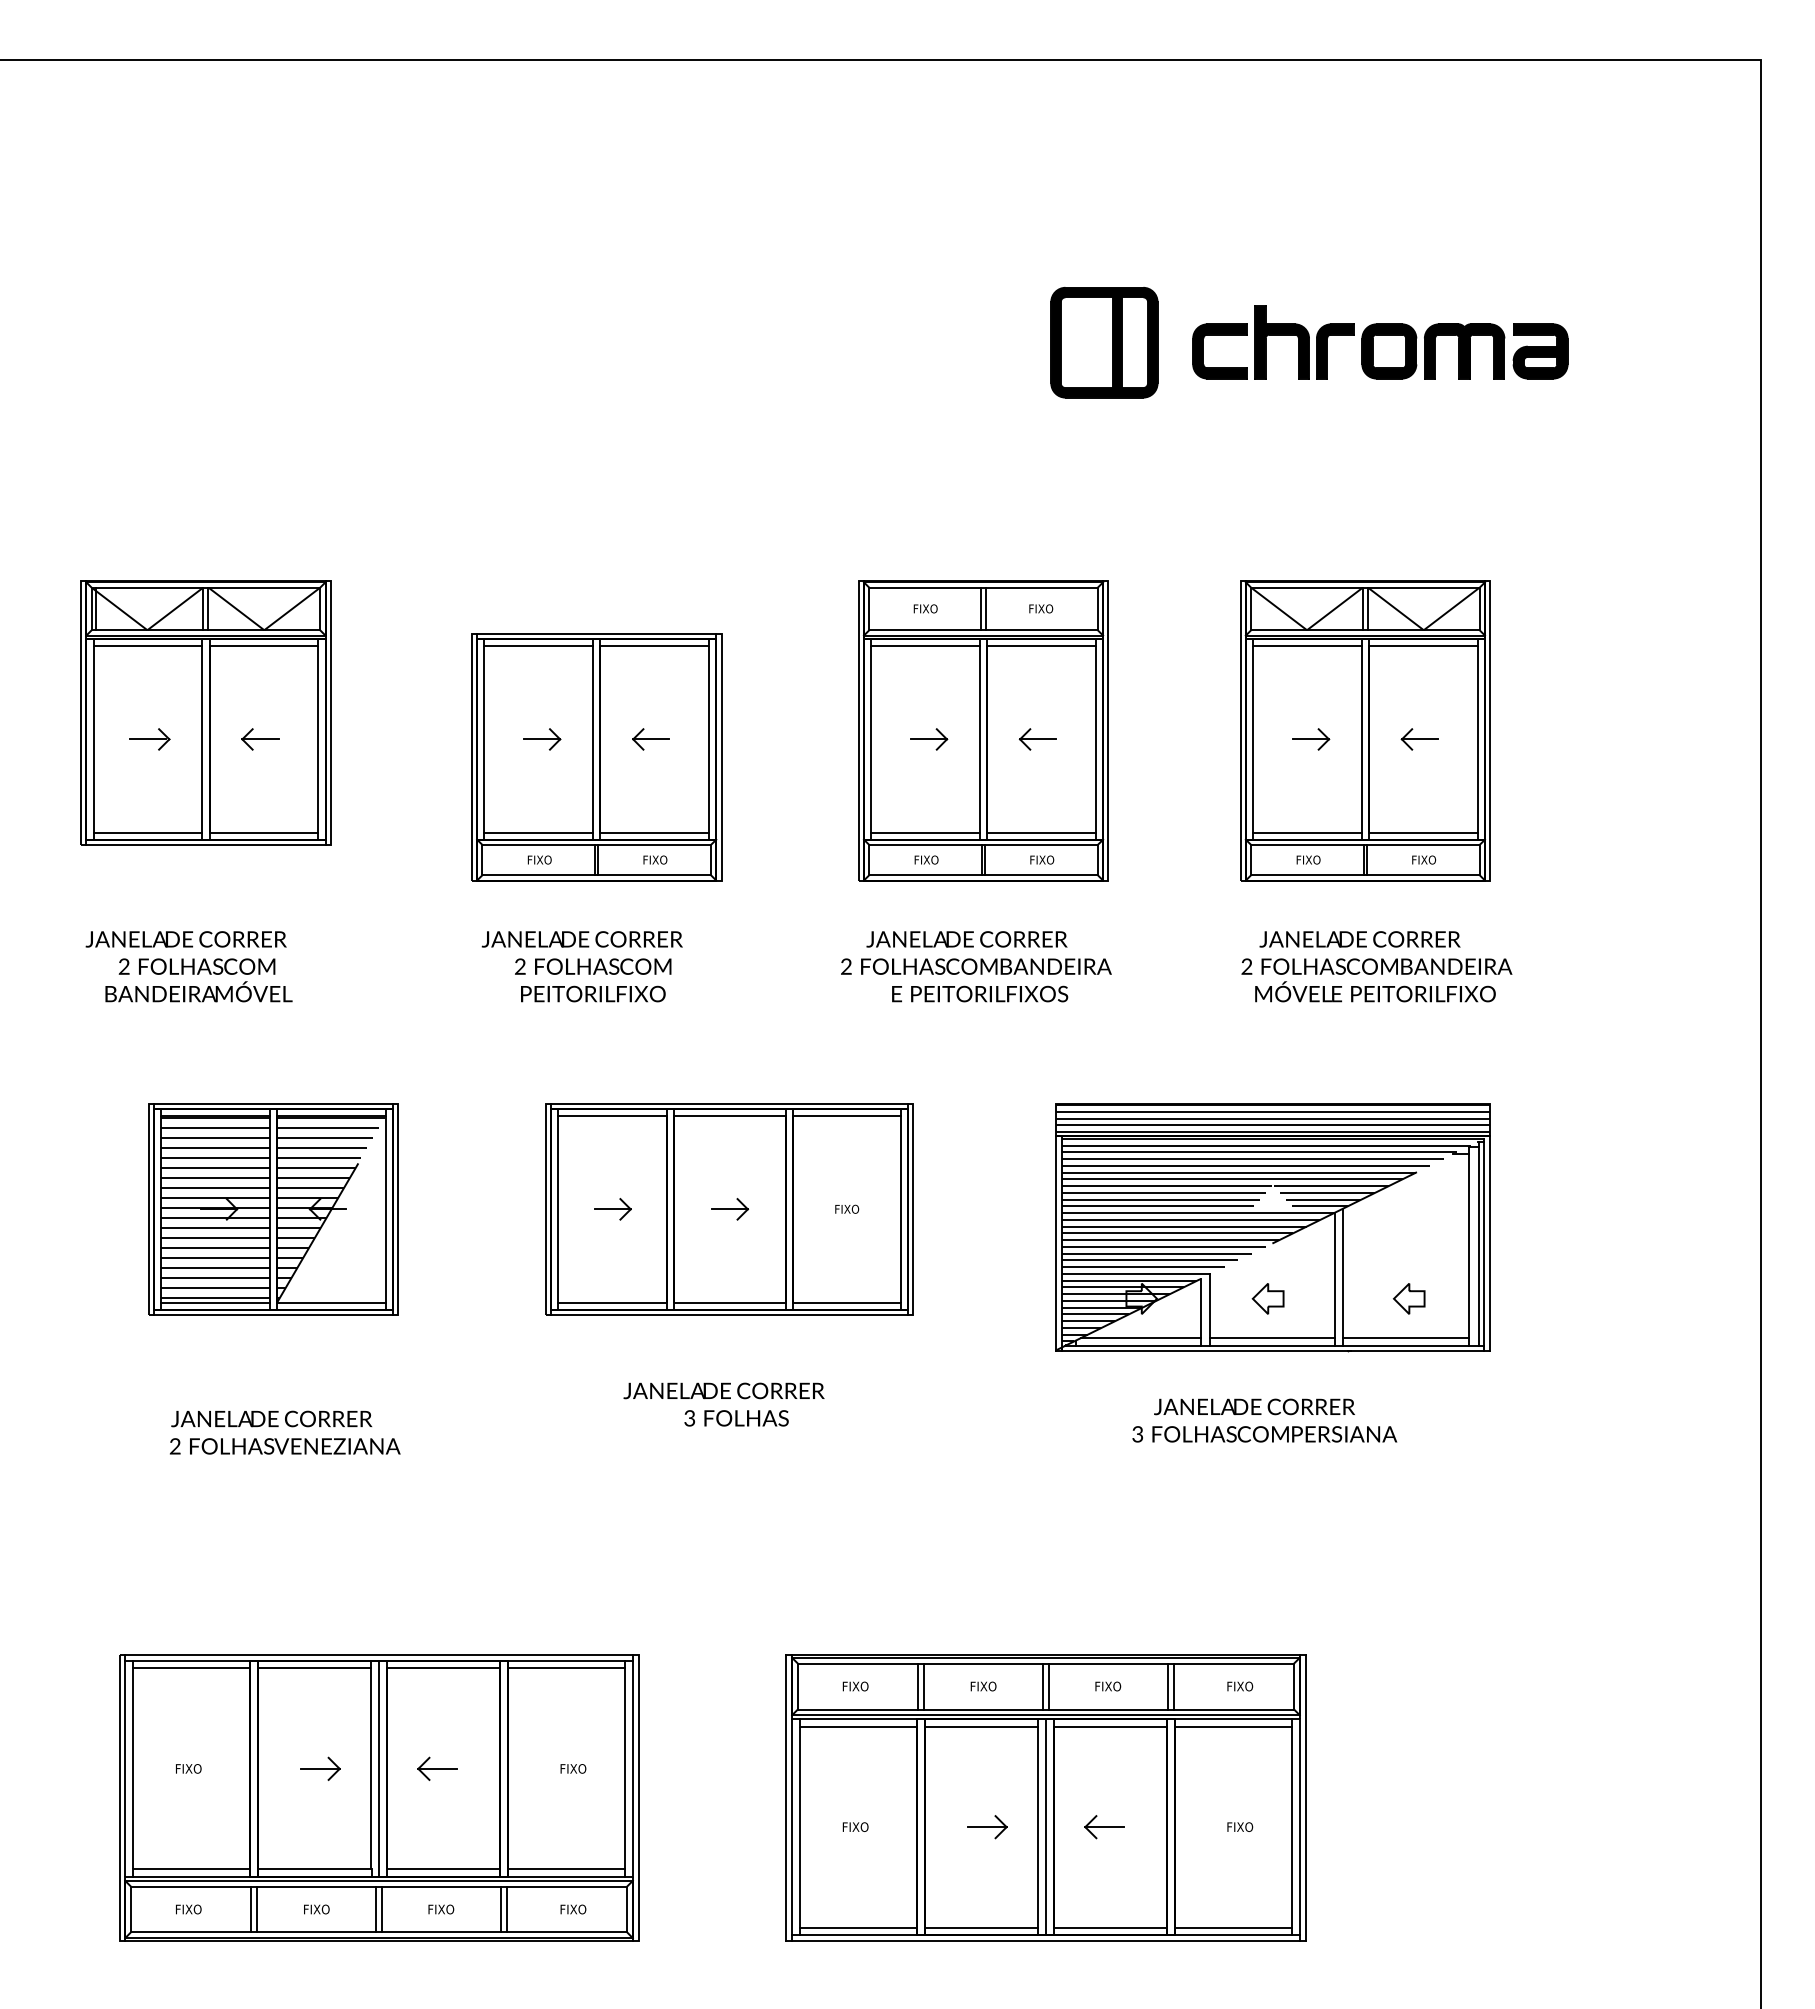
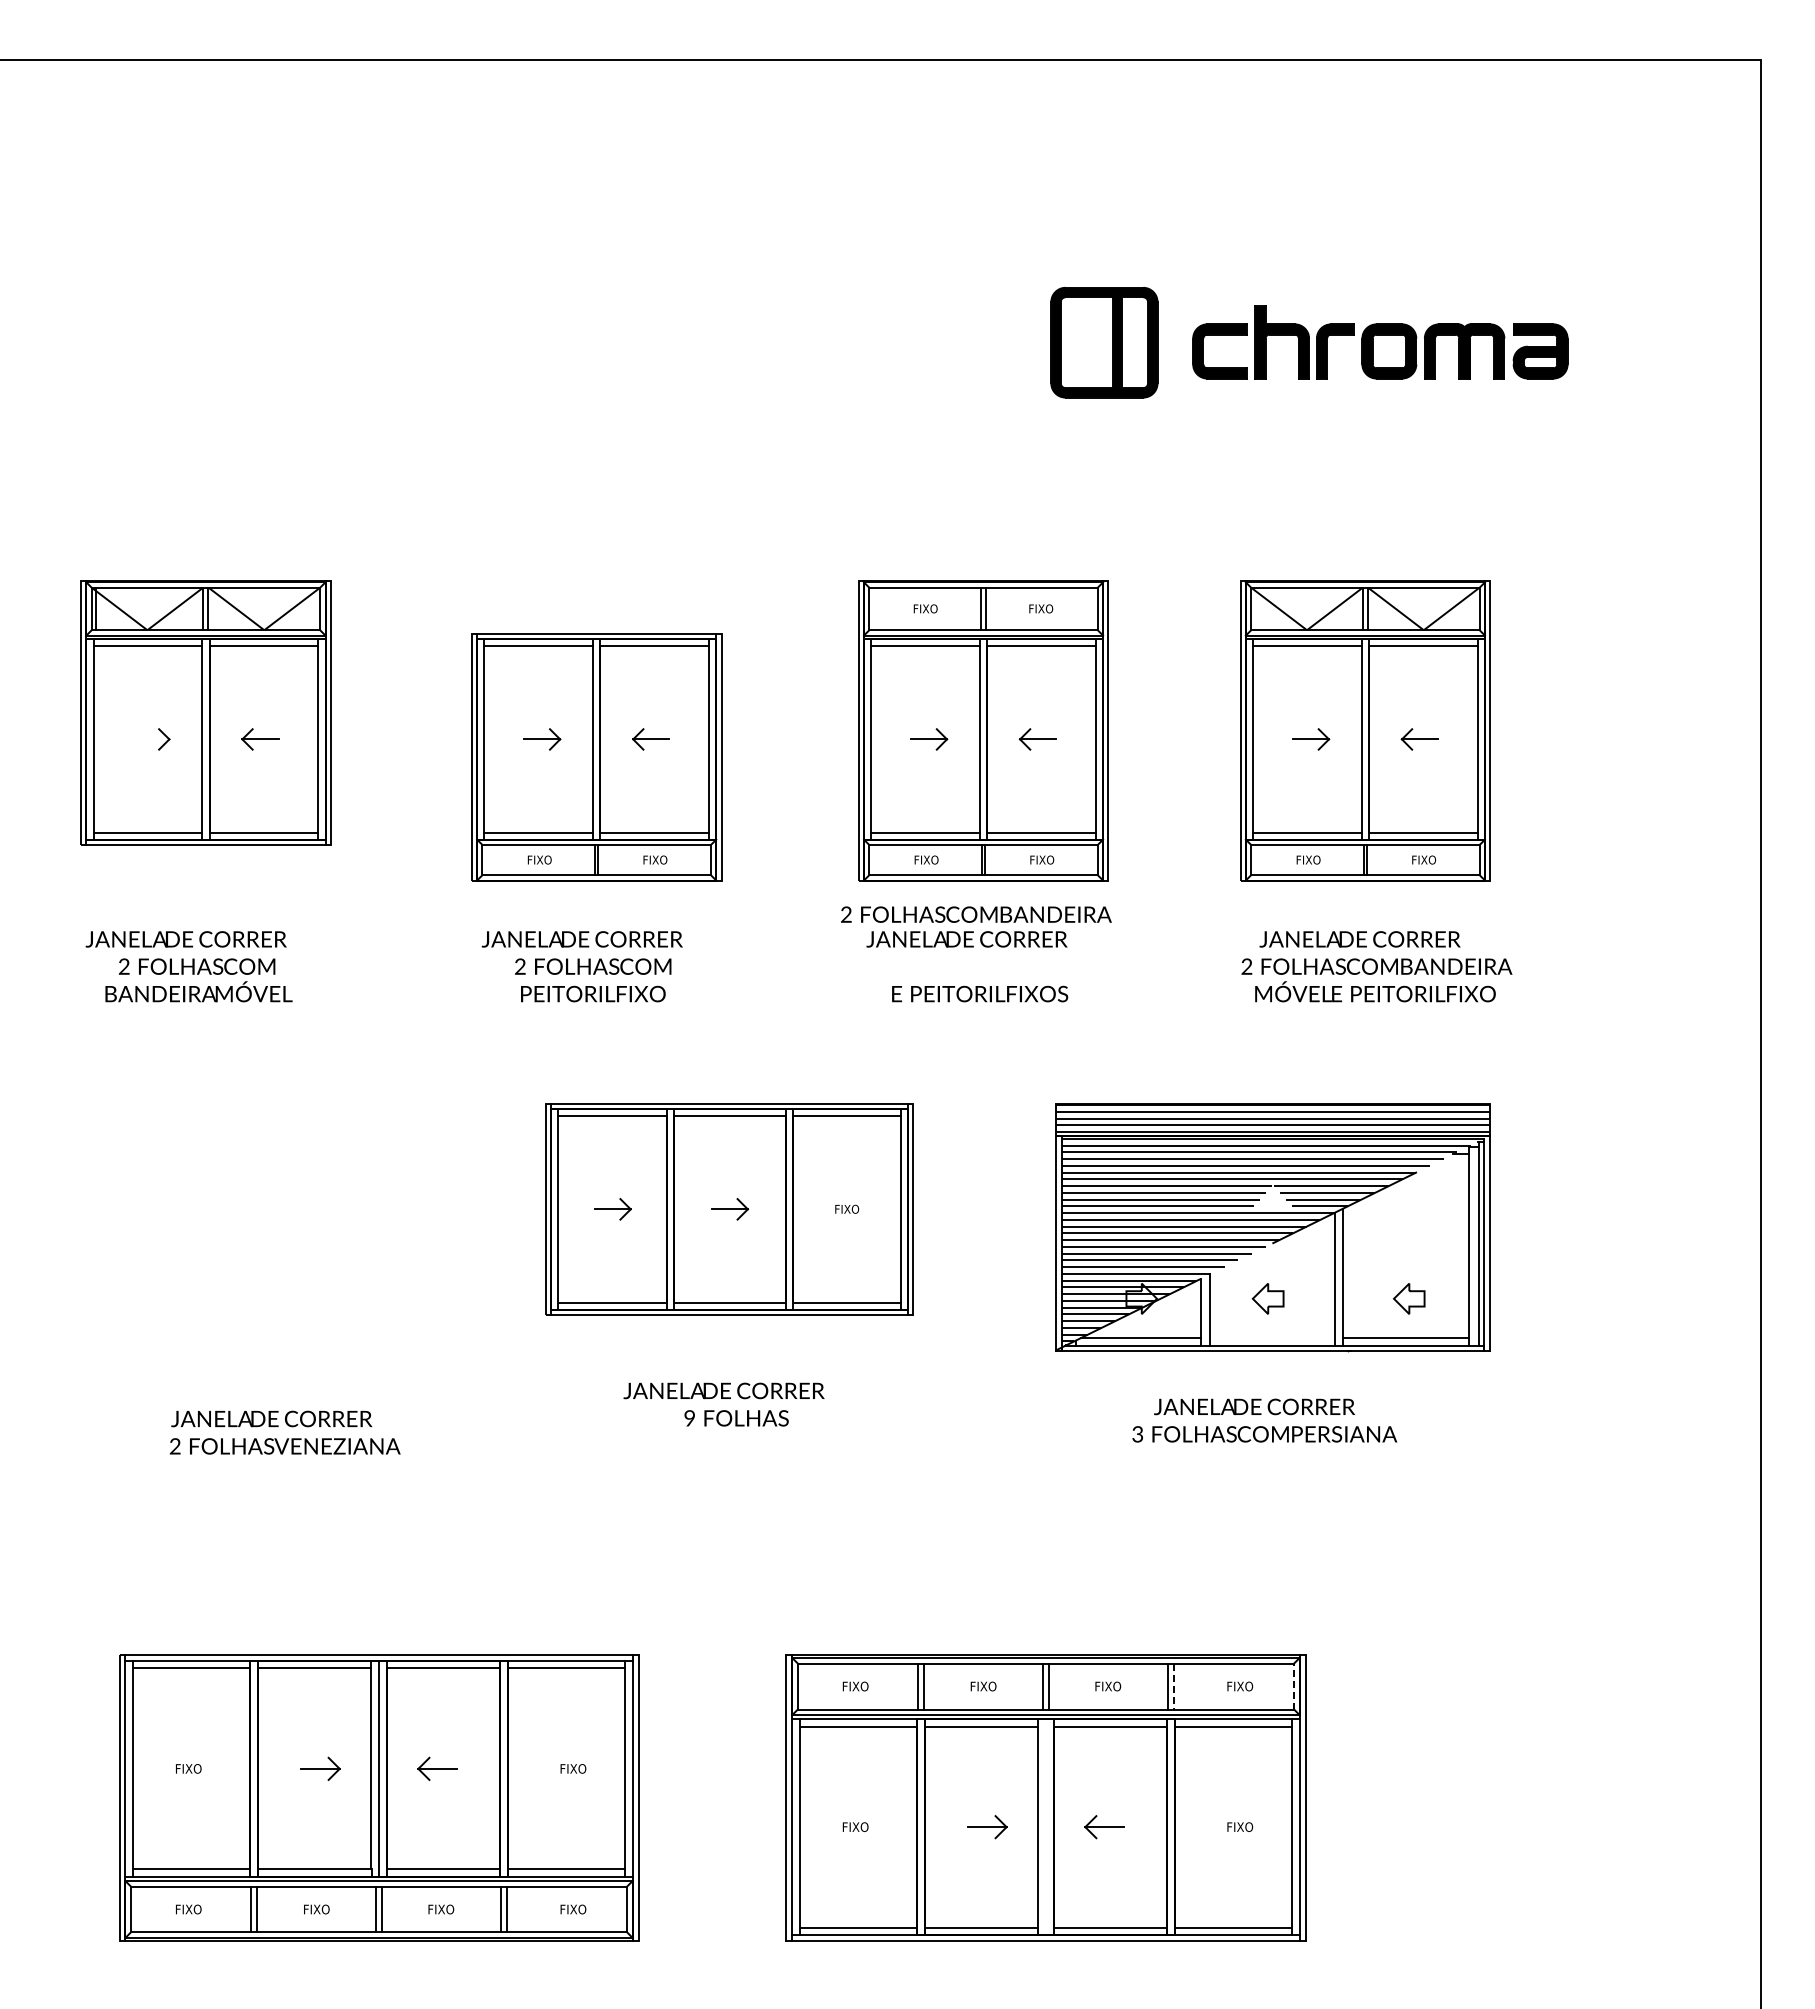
line at (148, 739): present -> none
text at (976, 966) position: (976, 966) -> (976, 914)
part at (273, 1209): present -> none
line at (1272, 1338): present -> none
text at (689, 1418): 3 -> 9
line at (1173, 1686): solid -> dashed
line at (1294, 1686): solid -> dashed
line at (1045, 1827): present -> none
